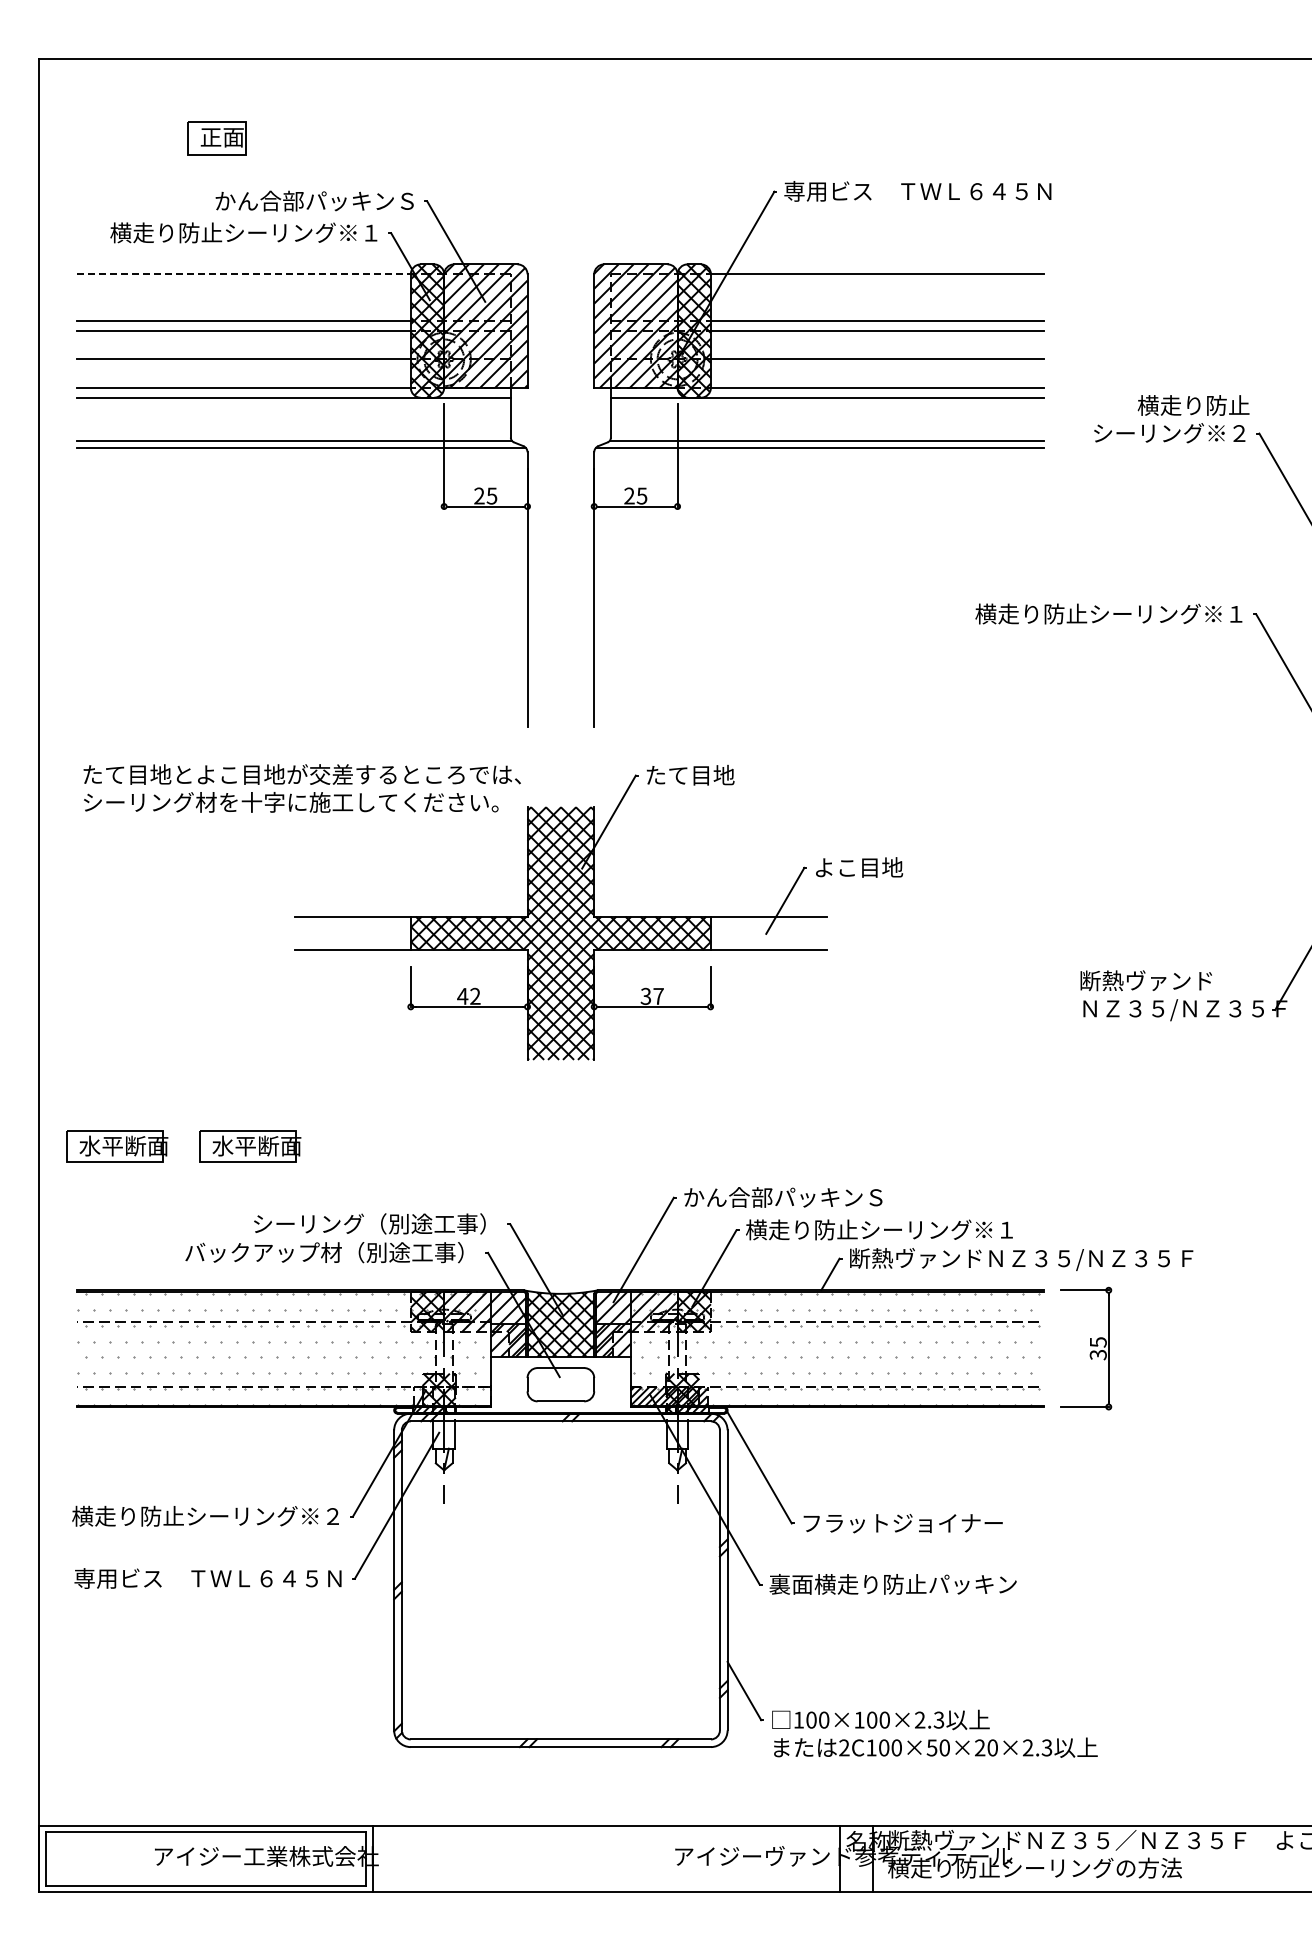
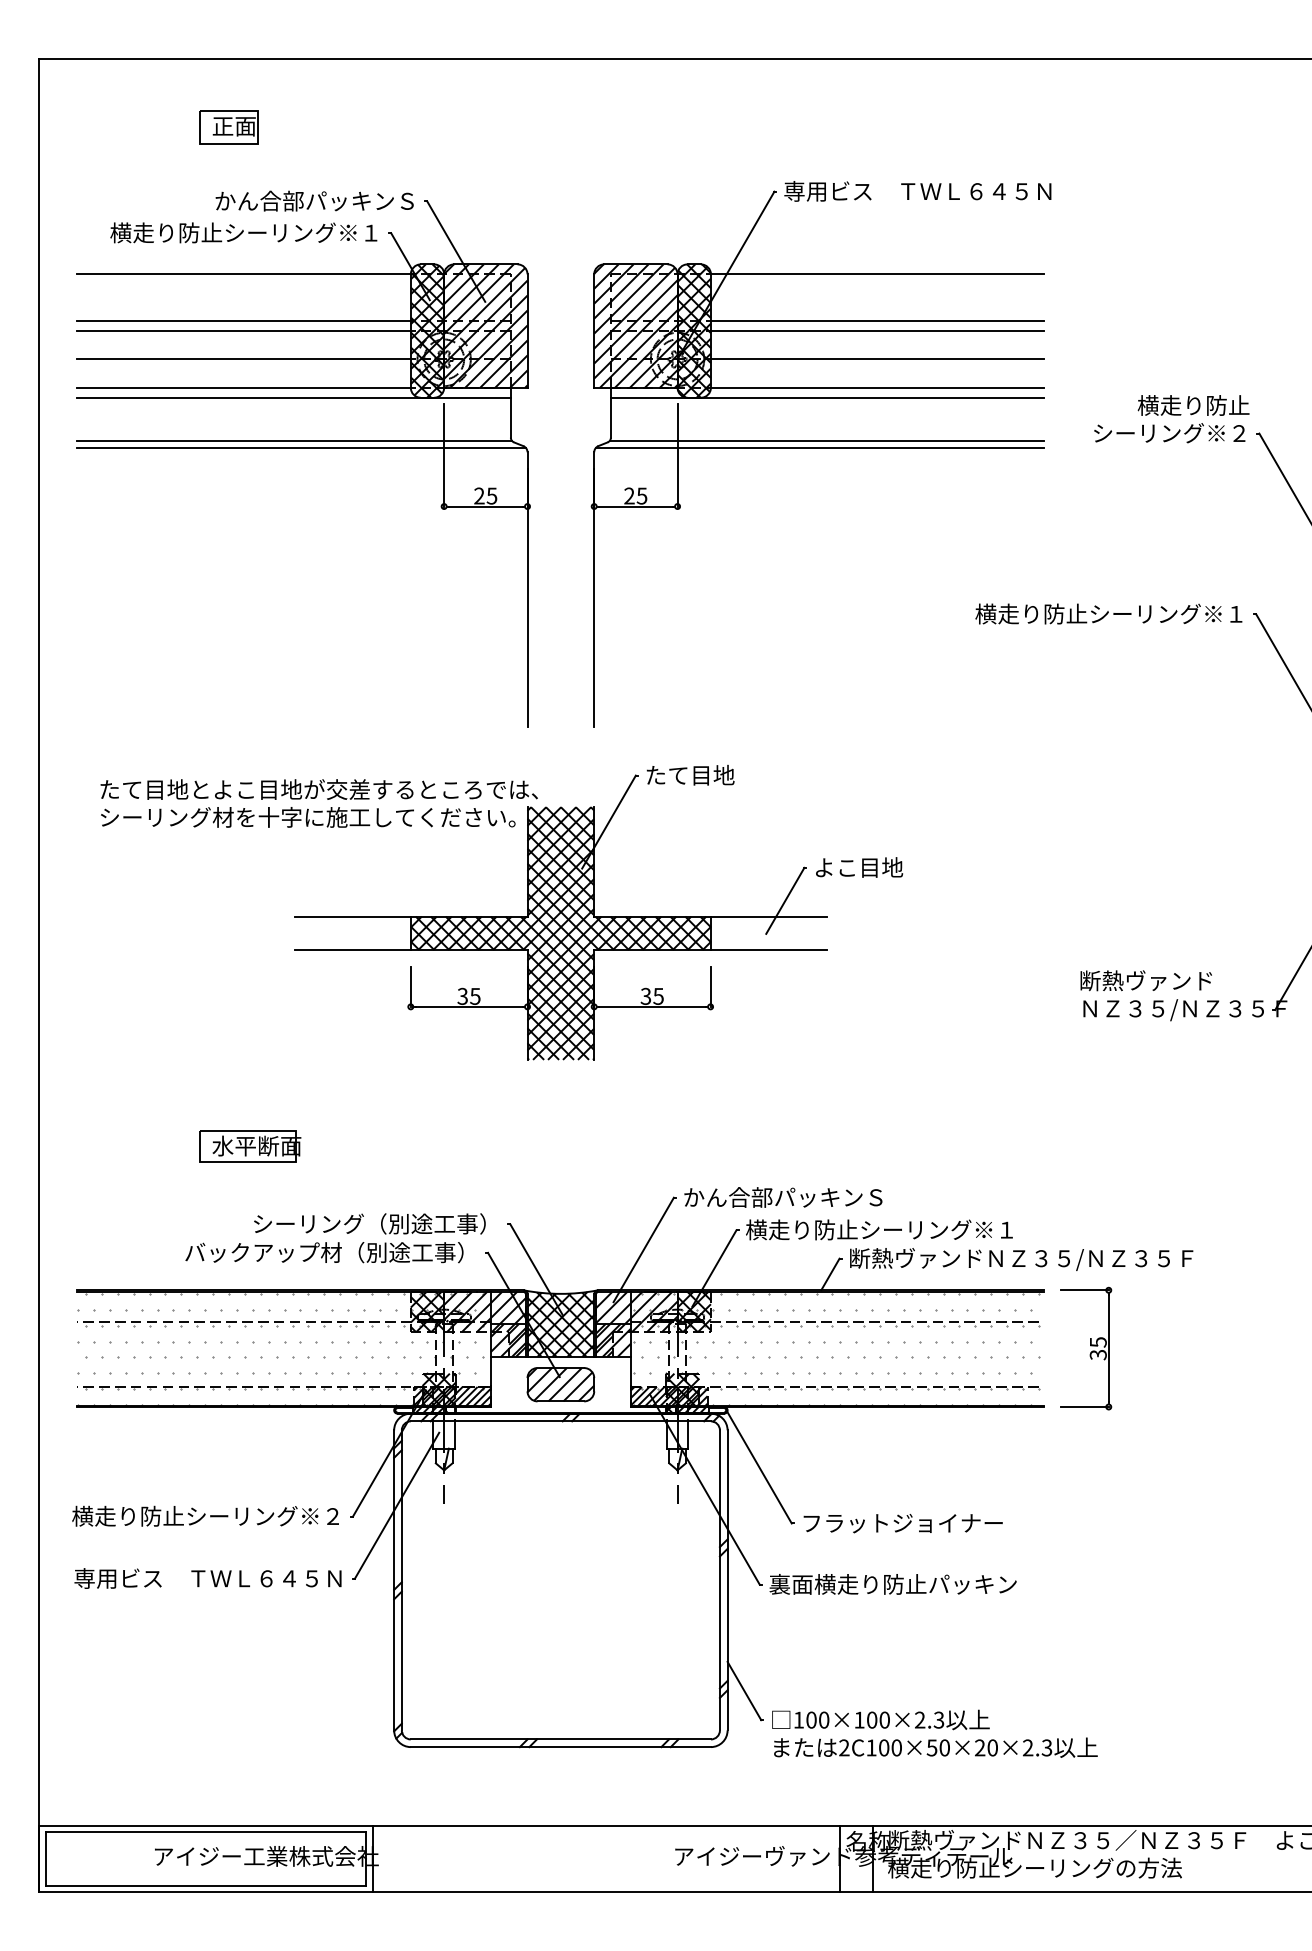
part at (216, 138) position: (216, 138) -> (228, 127)
line at (244, 274): dashed -> solid
text at (301, 788) position: (301, 788) -> (318, 803)
text at (468, 995): 42 -> 35
text at (658, 996): 37 -> 35
part at (117, 1146): present -> none
hatch at (560, 1384): none -> present
hatch at (452, 1396): none -> present
